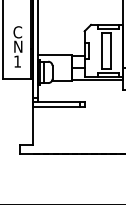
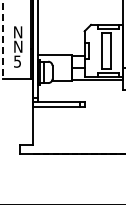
text at (17, 32): C -> N
line at (3, 39): solid -> dashed
text at (17, 61): 1 -> 5
